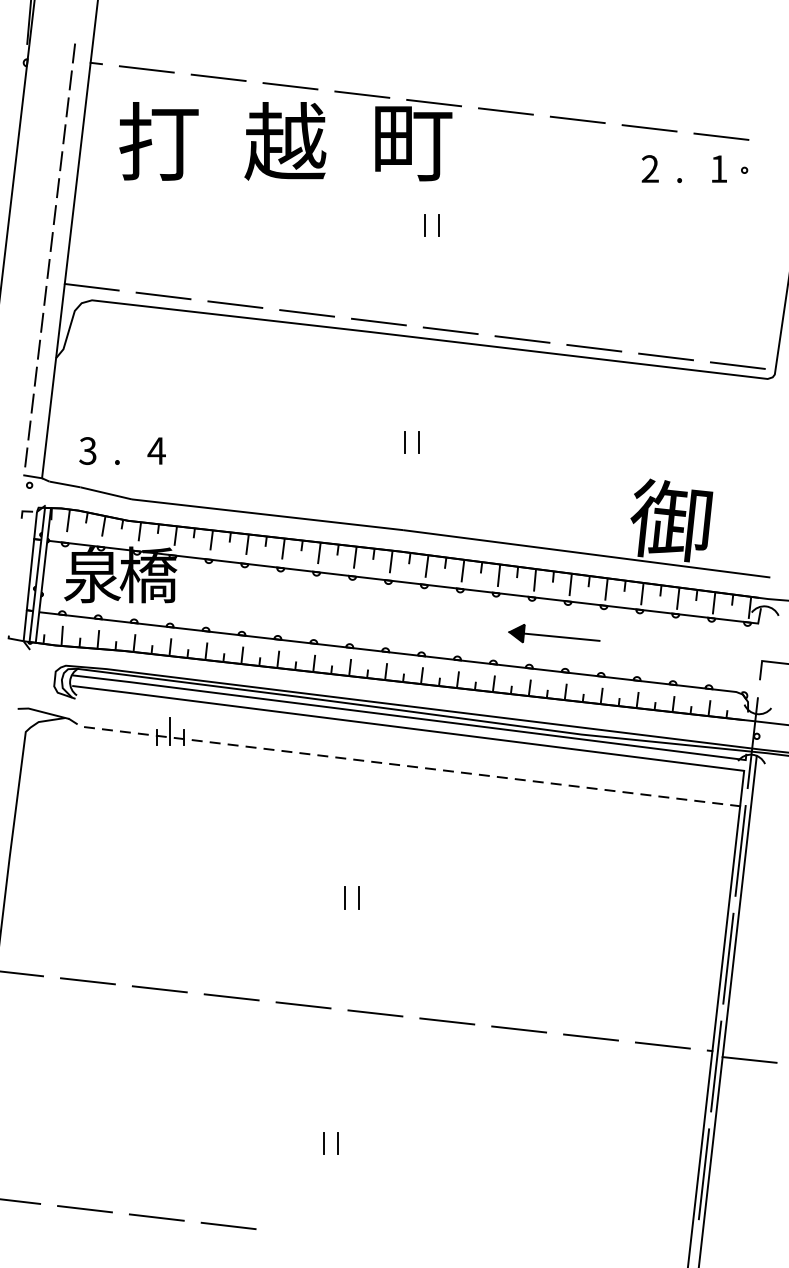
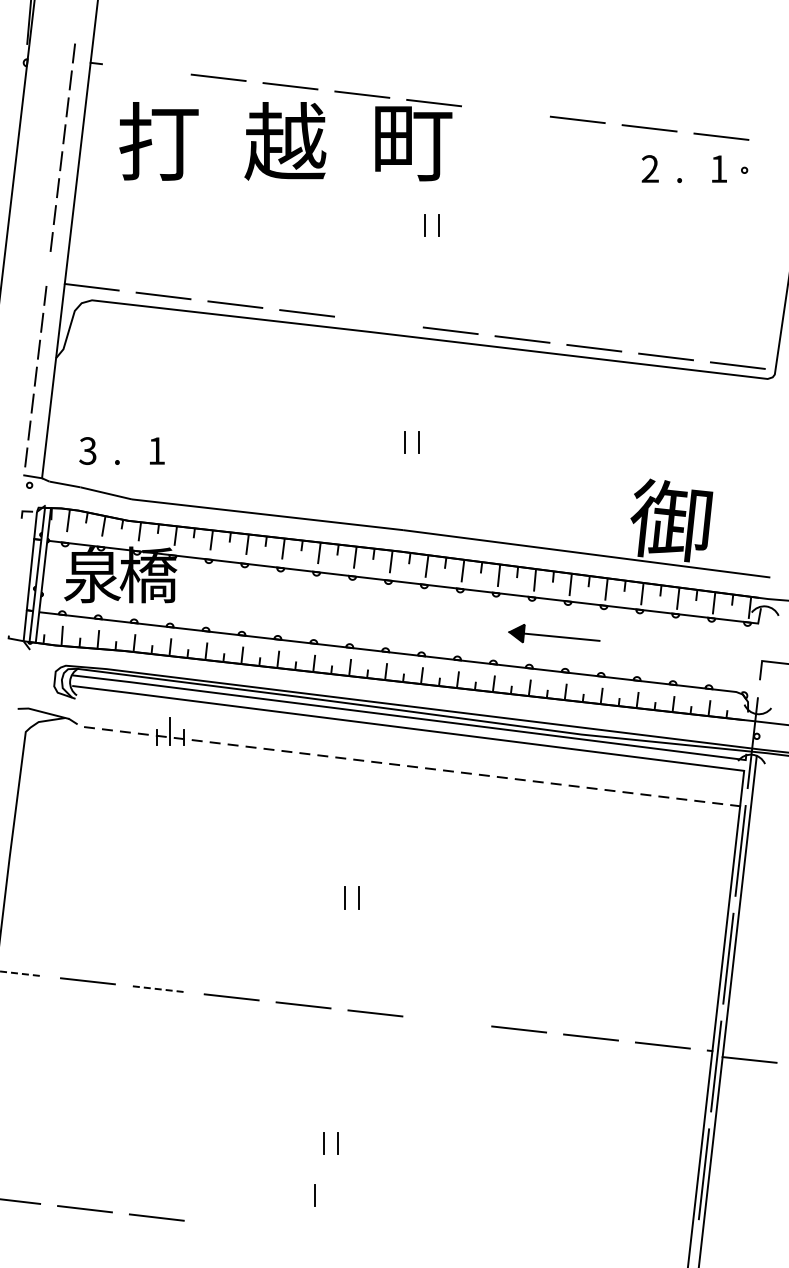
line at (146, 69): present -> none
line at (505, 111): present -> none
line at (48, 268): present -> none
line at (378, 321): present -> none
text at (156, 450): 4 -> 1
line at (22, 973): solid -> dashed
line at (160, 989): solid -> dashed
line at (447, 1021): present -> none
line at (314, 1195): none -> present
line at (228, 1225): present -> none
